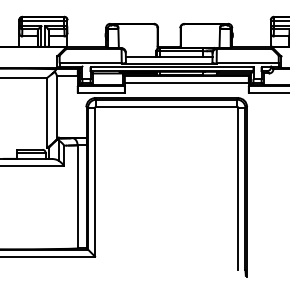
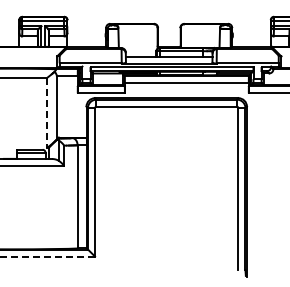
line at (47, 112): solid -> dashed
line at (47, 256): solid -> dashed
